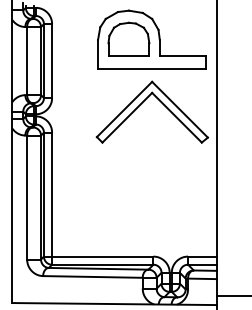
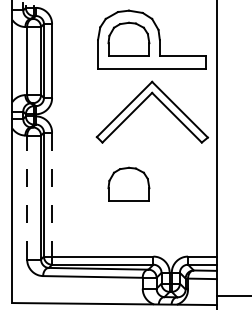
part at (128, 183): none -> present
line at (52, 194): solid -> dashed
line at (27, 197): solid -> dashed
